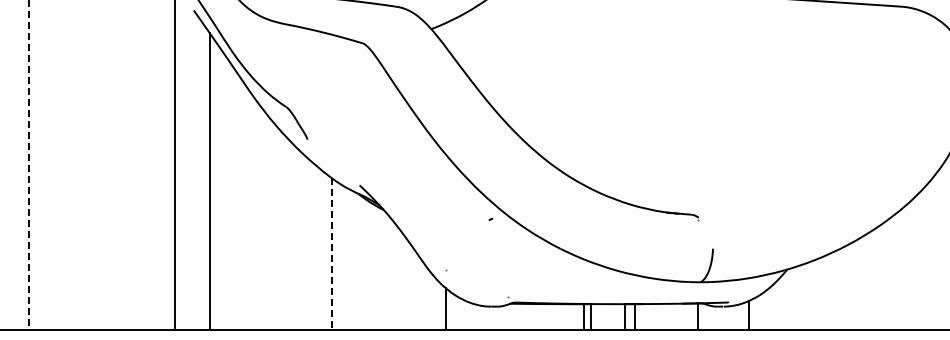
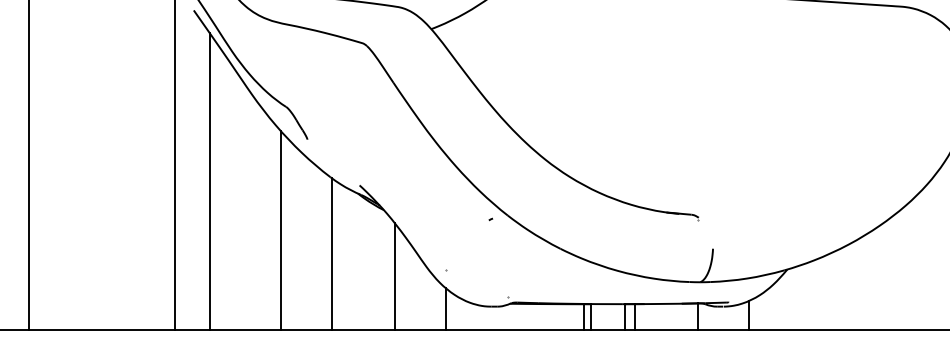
line at (28, 165): dashed -> solid
line at (280, 229): none -> present
line at (331, 253): dashed -> solid
line at (394, 276): none -> present
